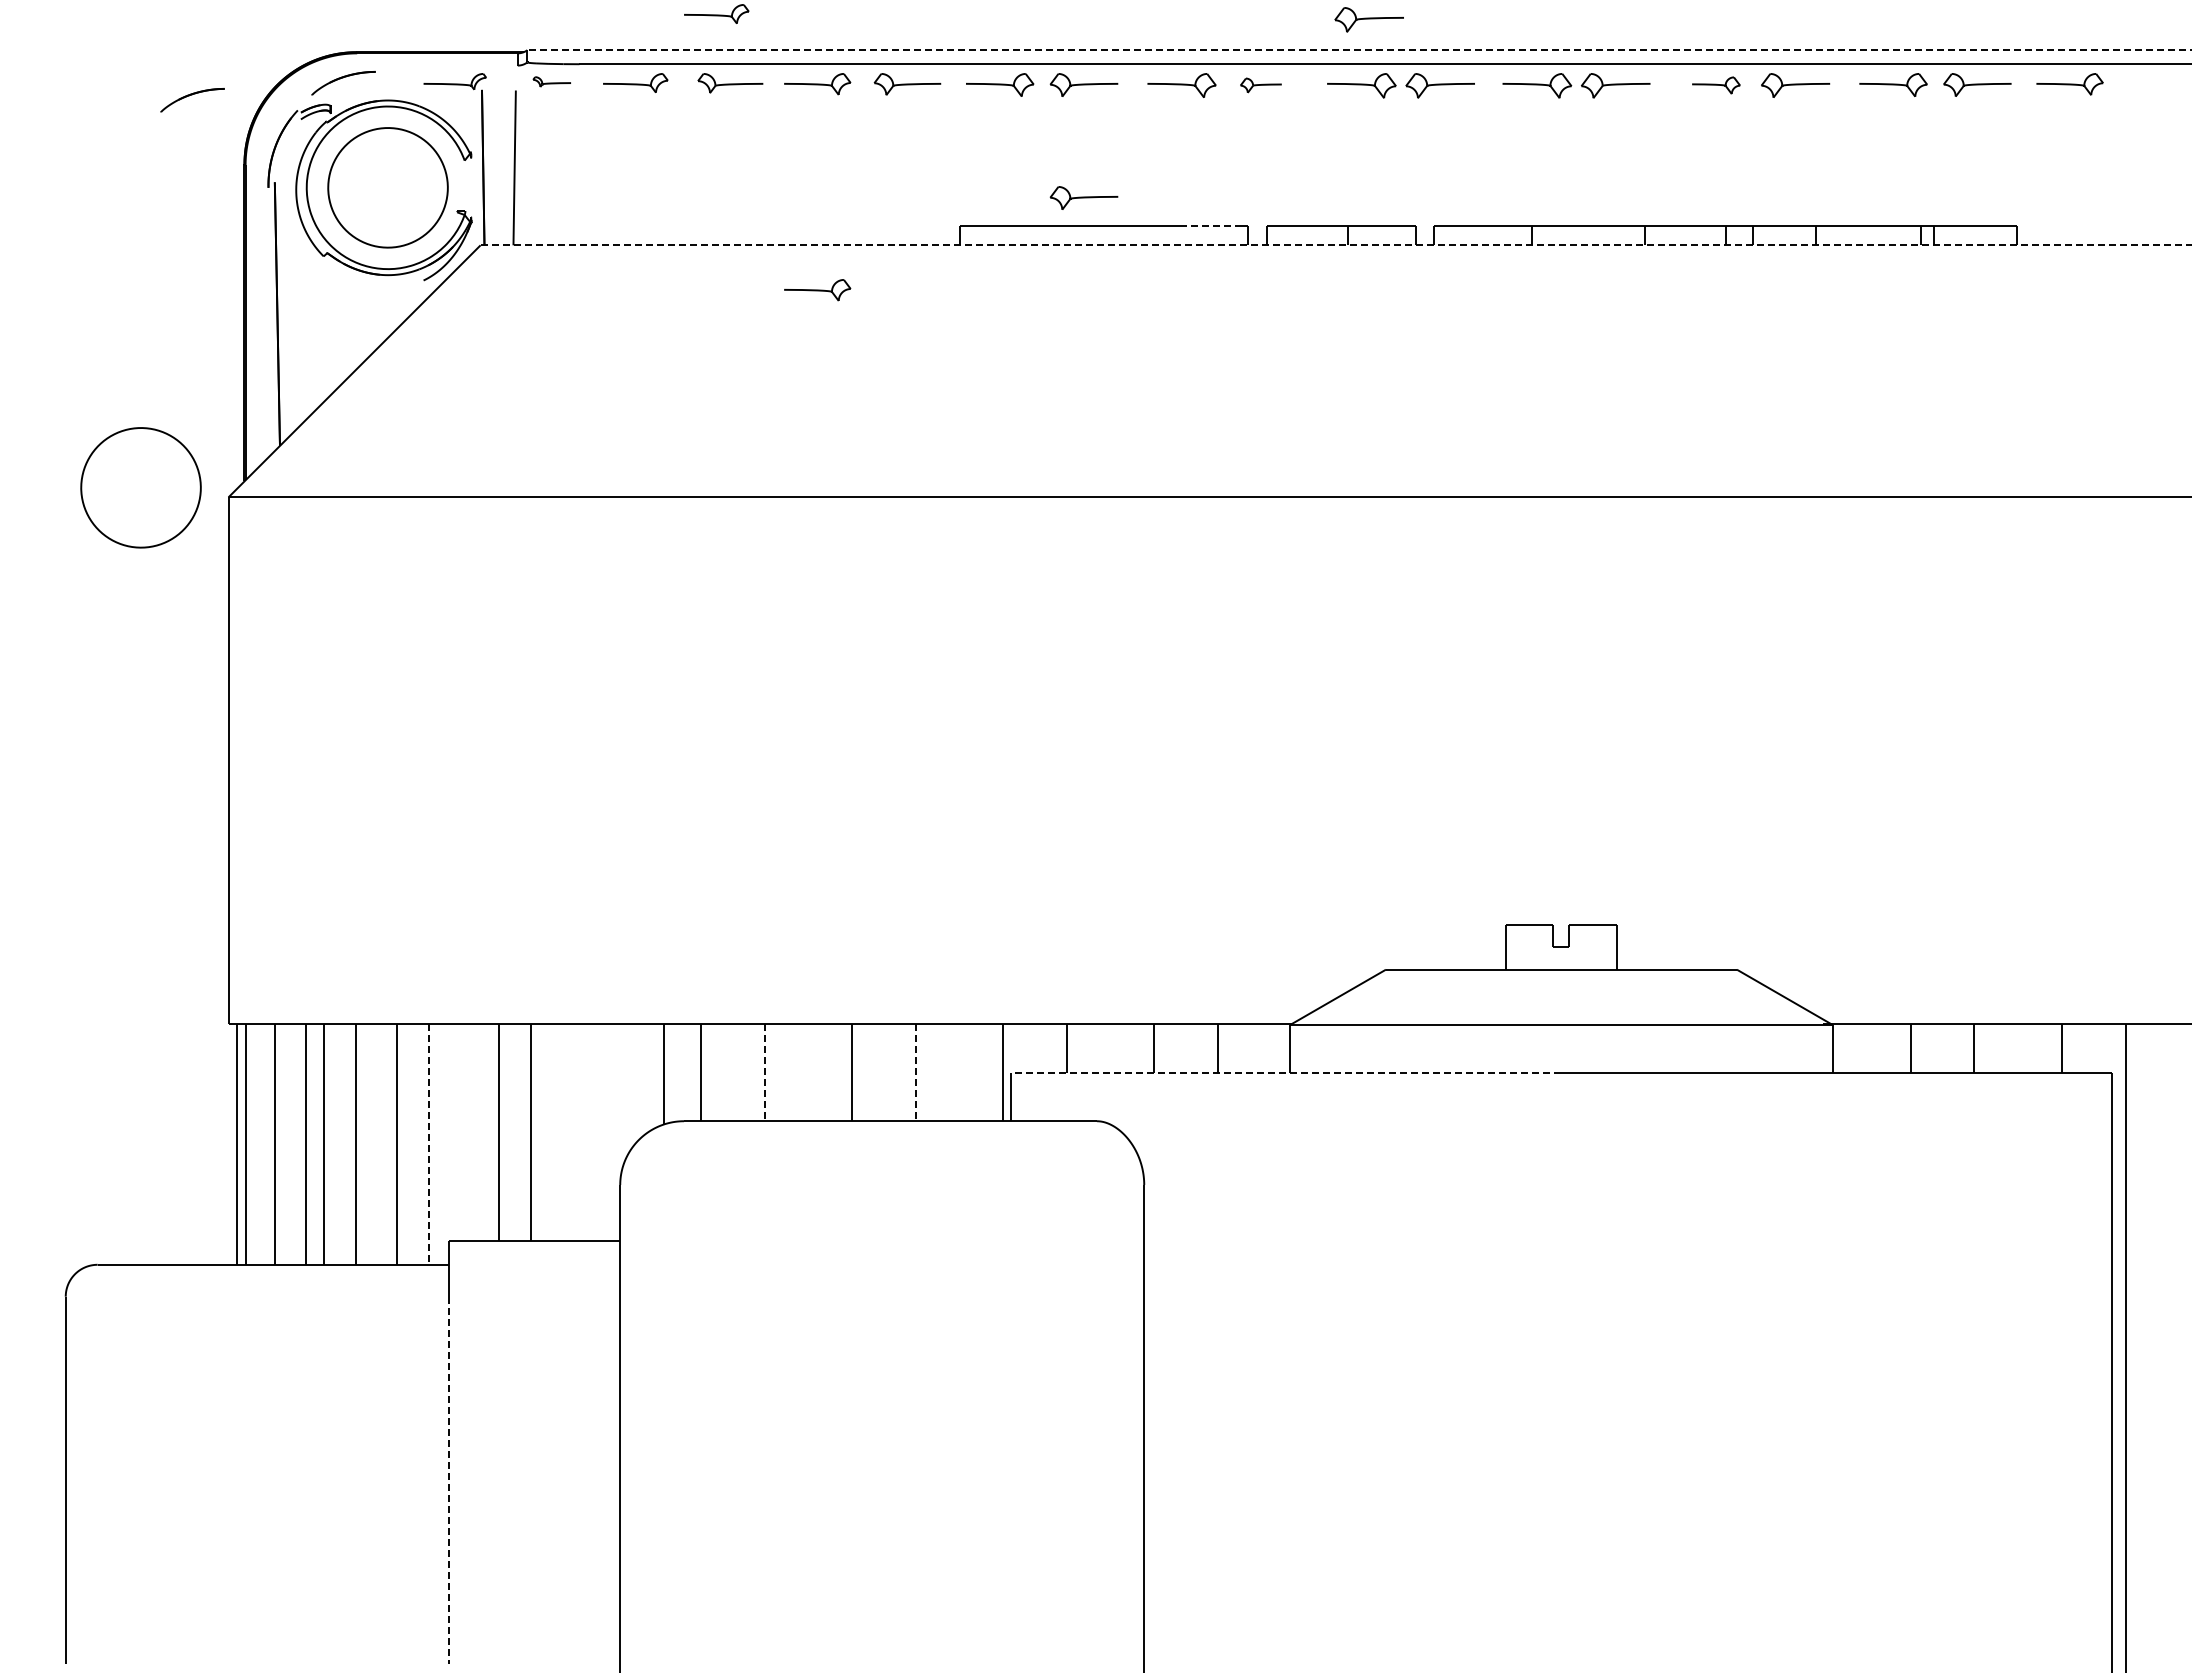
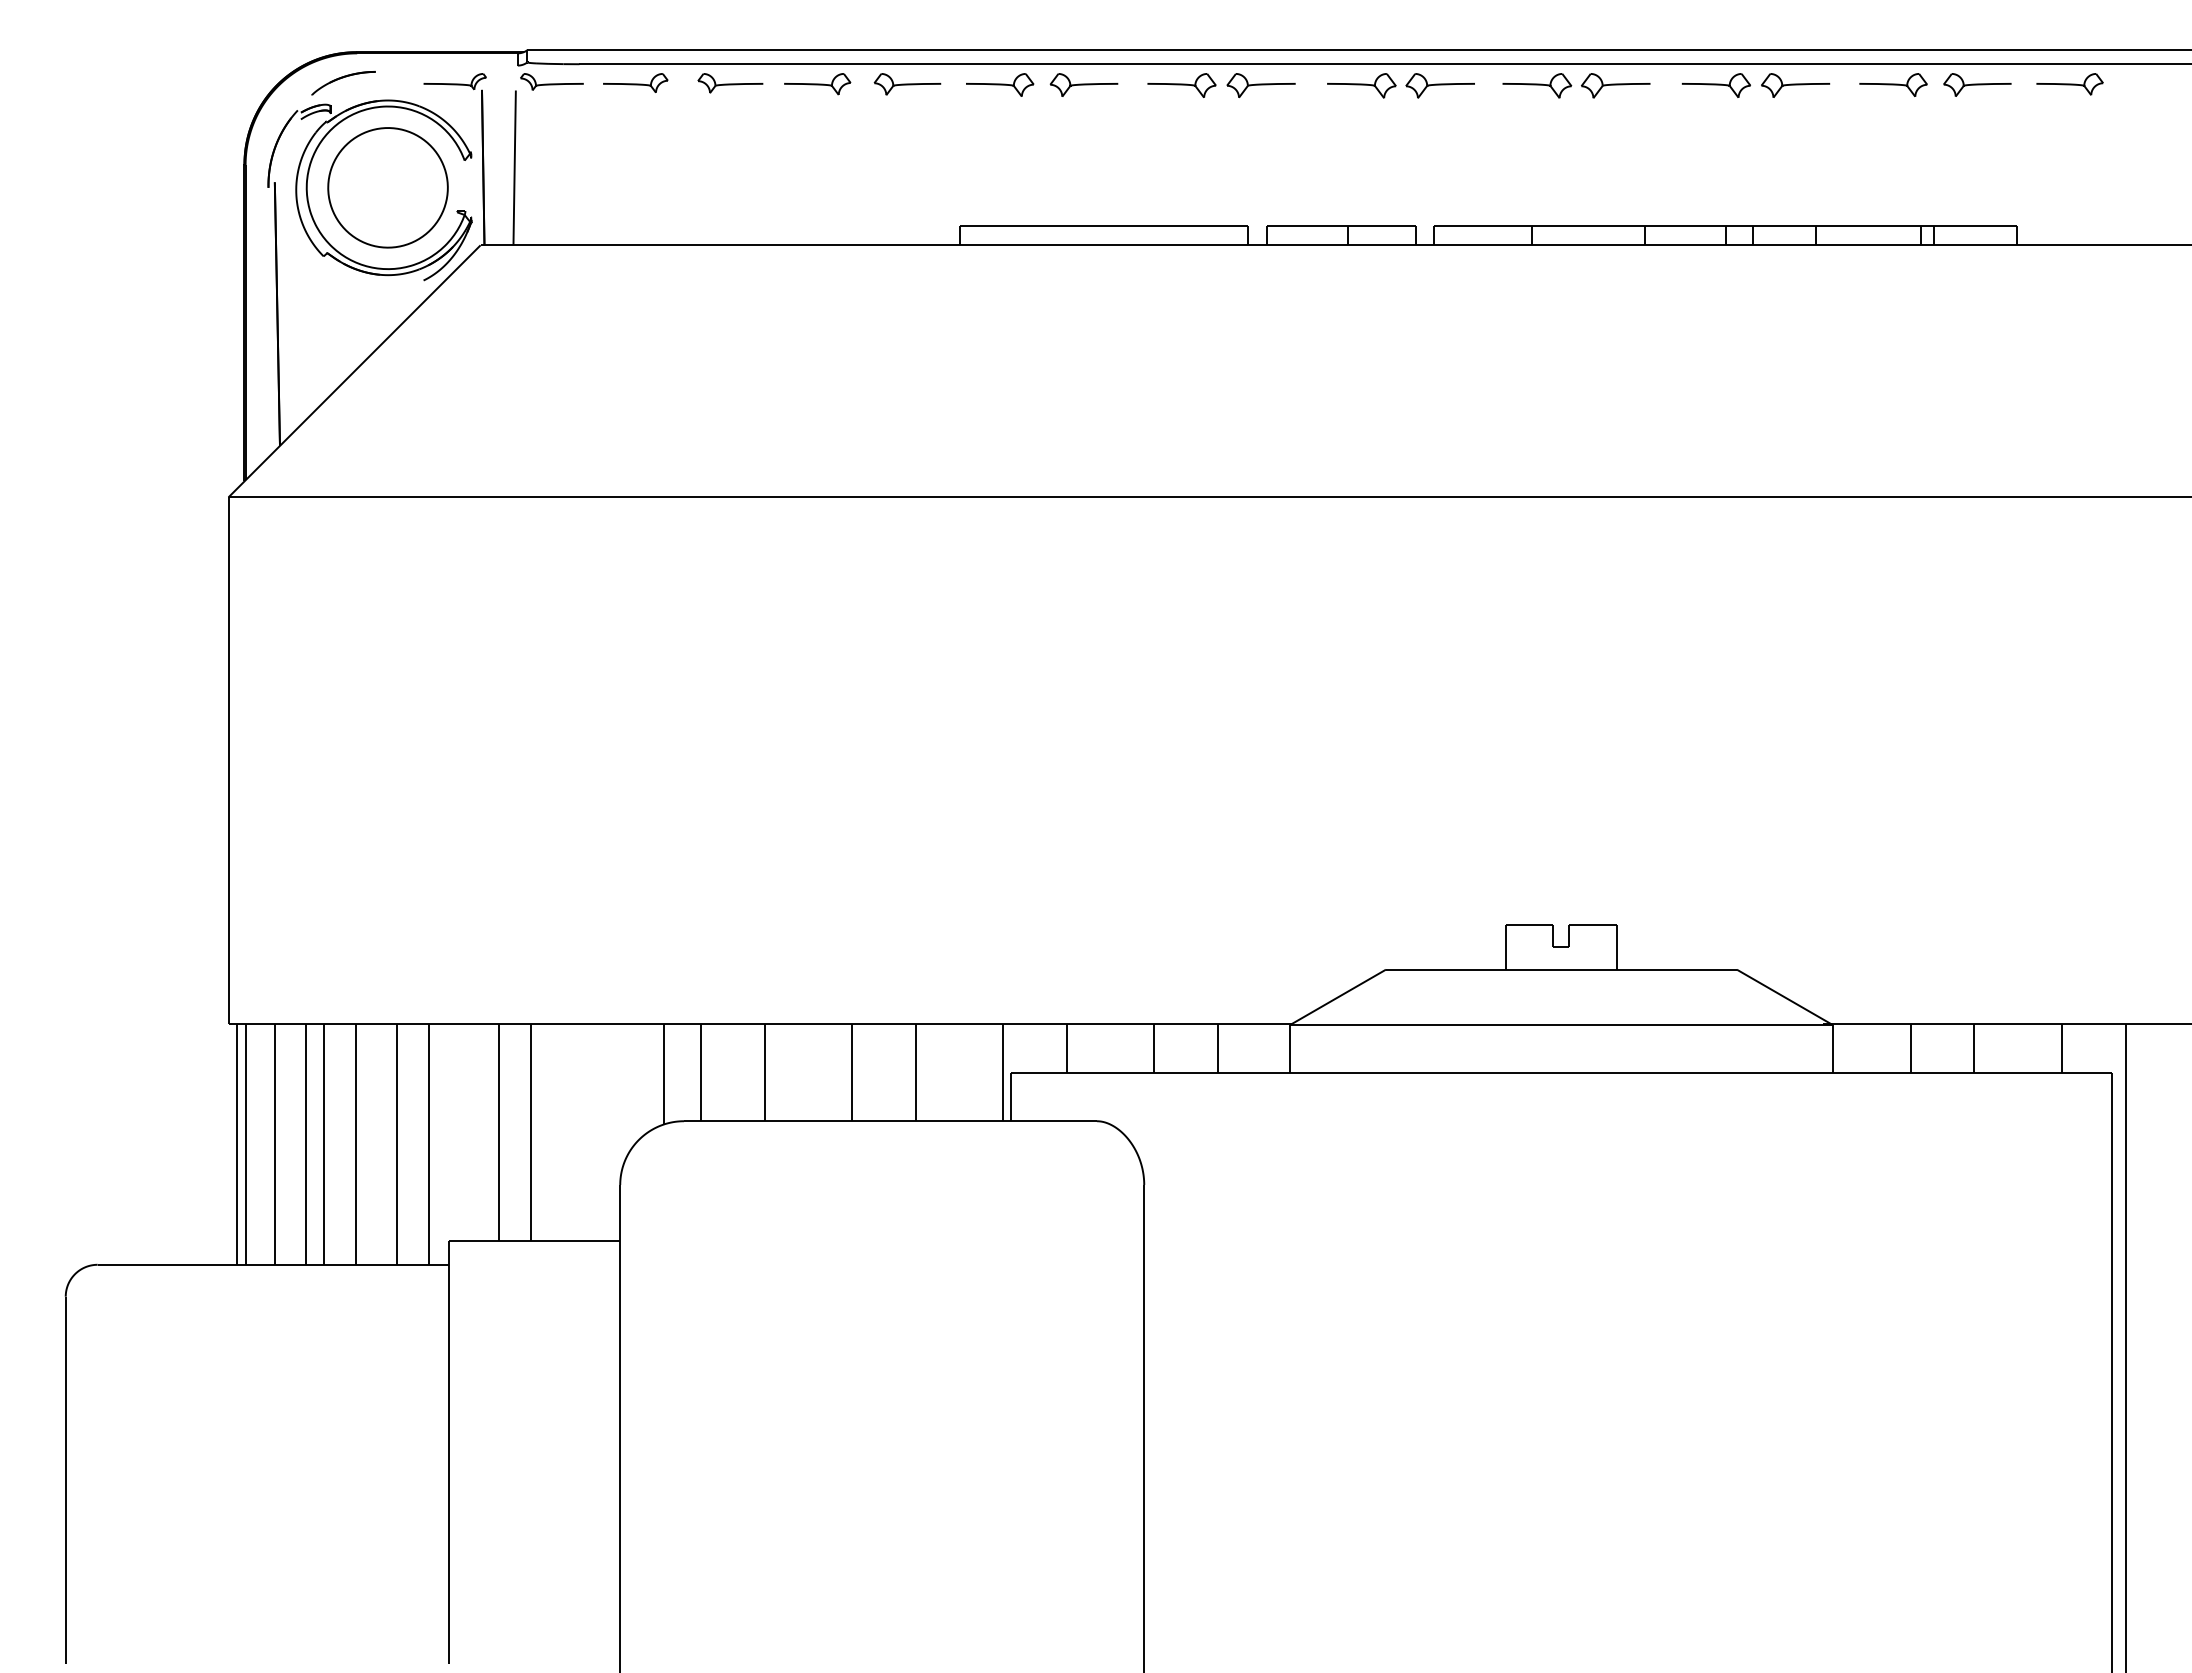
part at (716, 13): present -> none
part at (1368, 19): present -> none
line at (1359, 50): dashed -> solid
part at (551, 81) size: 39x12 px -> 64x18 px
part at (1260, 85) size: 42x17 px -> 70x25 px
part at (1716, 85) size: 49x19 px -> 70x25 px
part at (192, 100): present -> none
part at (1083, 197): present -> none
line at (1210, 226): dashed -> solid
line at (1336, 245): dashed -> solid
part at (817, 290): present -> none
part at (140, 487): present -> none
line at (764, 1072): dashed -> solid
line at (915, 1072): dashed -> solid
line at (1285, 1073): dashed -> solid
line at (428, 1144): dashed -> solid
line at (448, 1480): dashed -> solid
